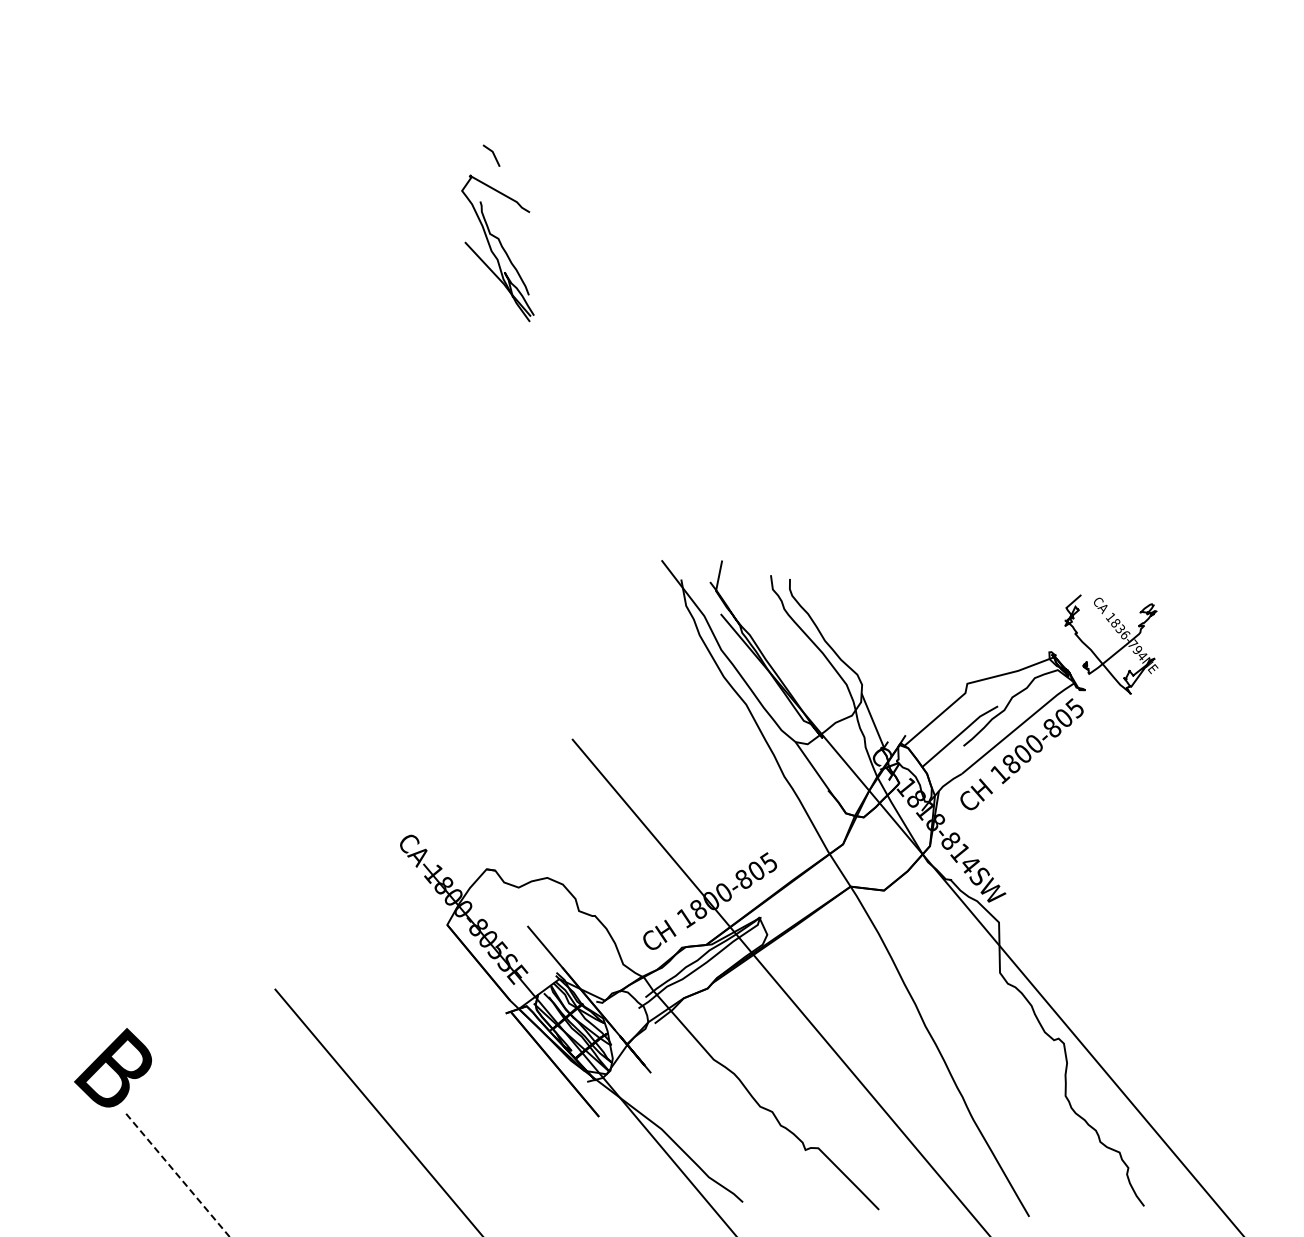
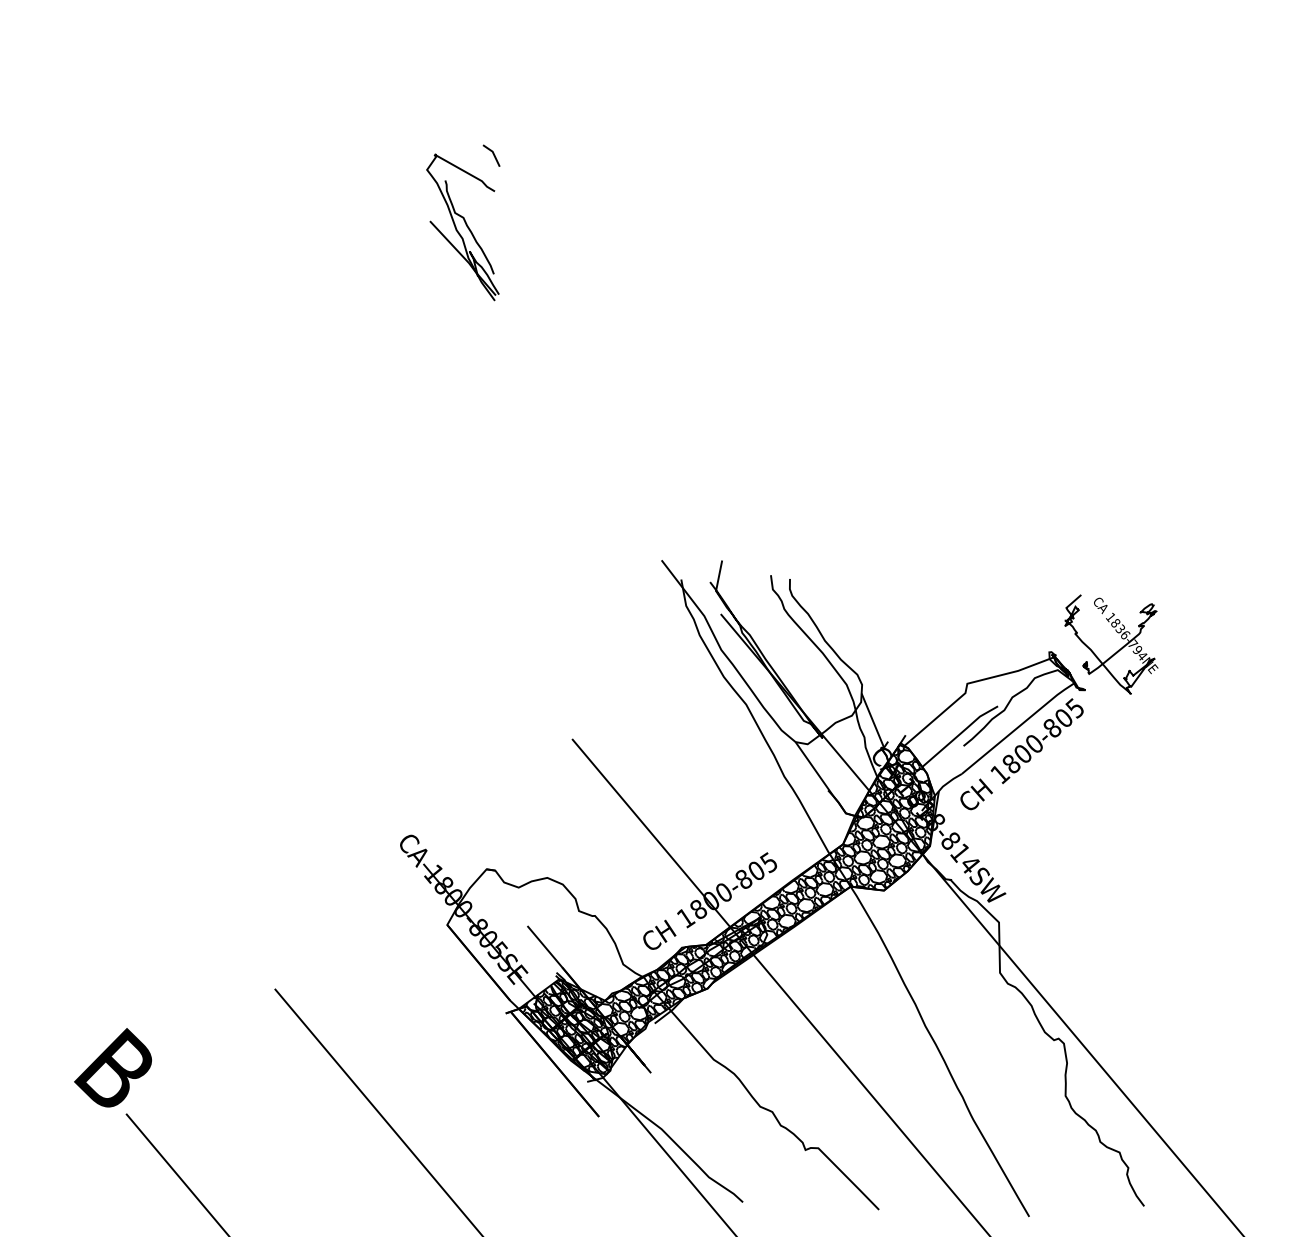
part at (497, 248) position: (497, 248) -> (462, 227)
hatch at (728, 909): none -> present
line at (177, 1175): dashed -> solid
